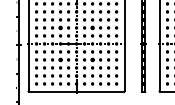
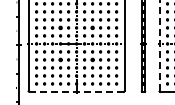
line at (159, 45): solid -> dashed
line at (77, 91): solid -> dashed
